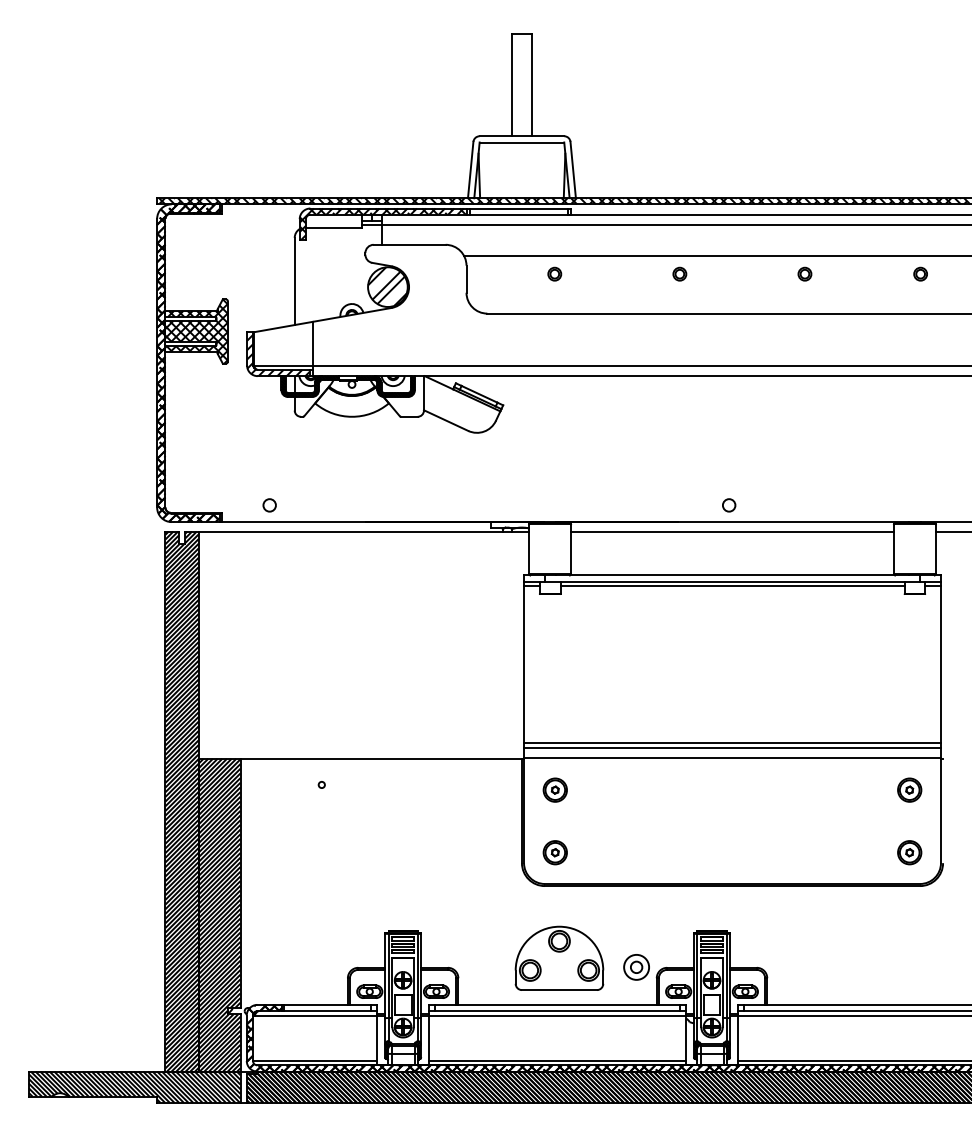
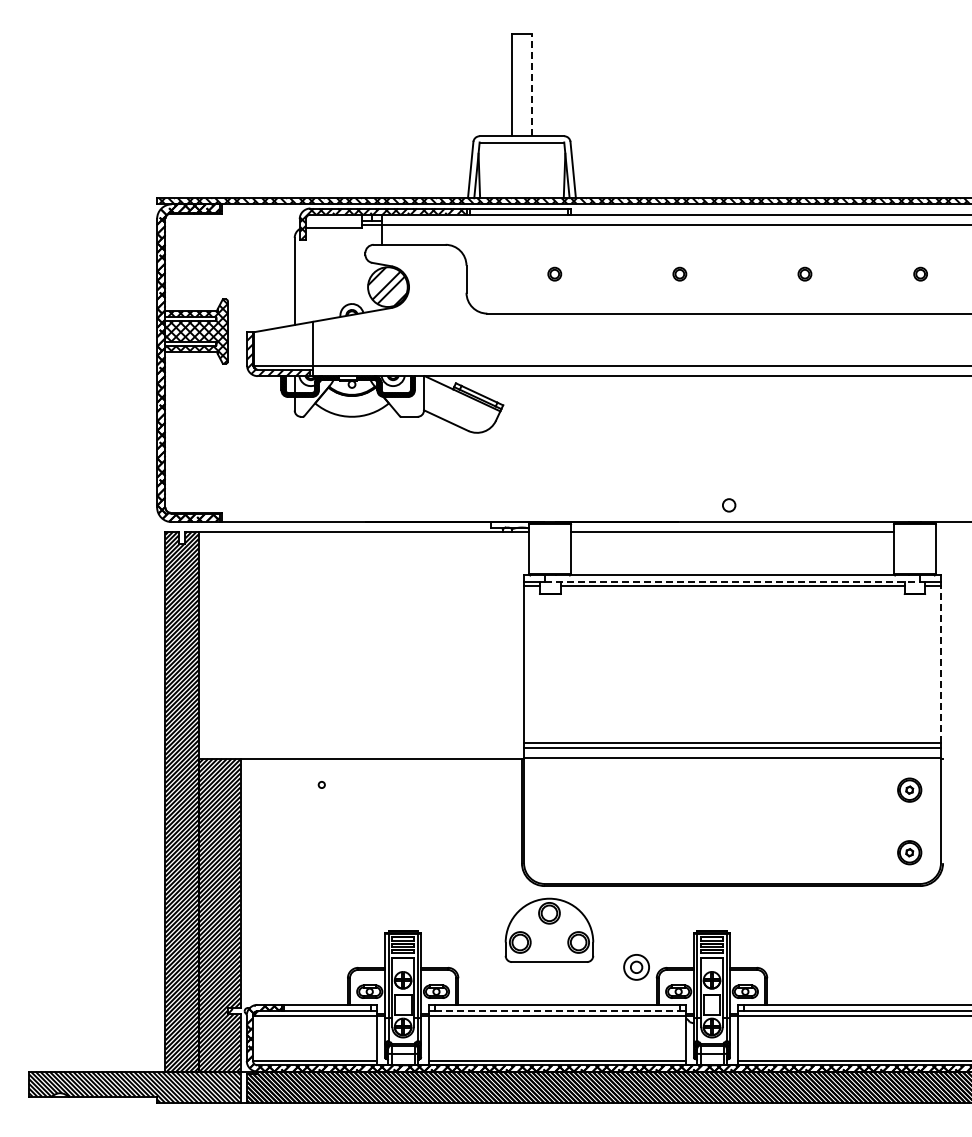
line at (532, 84): solid -> dashed
line at (716, 256): present -> none
circle at (269, 505): present -> none
line at (951, 531): present -> none
line at (732, 581): solid -> dashed
line at (940, 664): solid -> dashed
part at (554, 789): present -> none
part at (554, 852): present -> none
part at (559, 957) position: (559, 957) -> (549, 929)
line at (558, 1011): solid -> dashed
